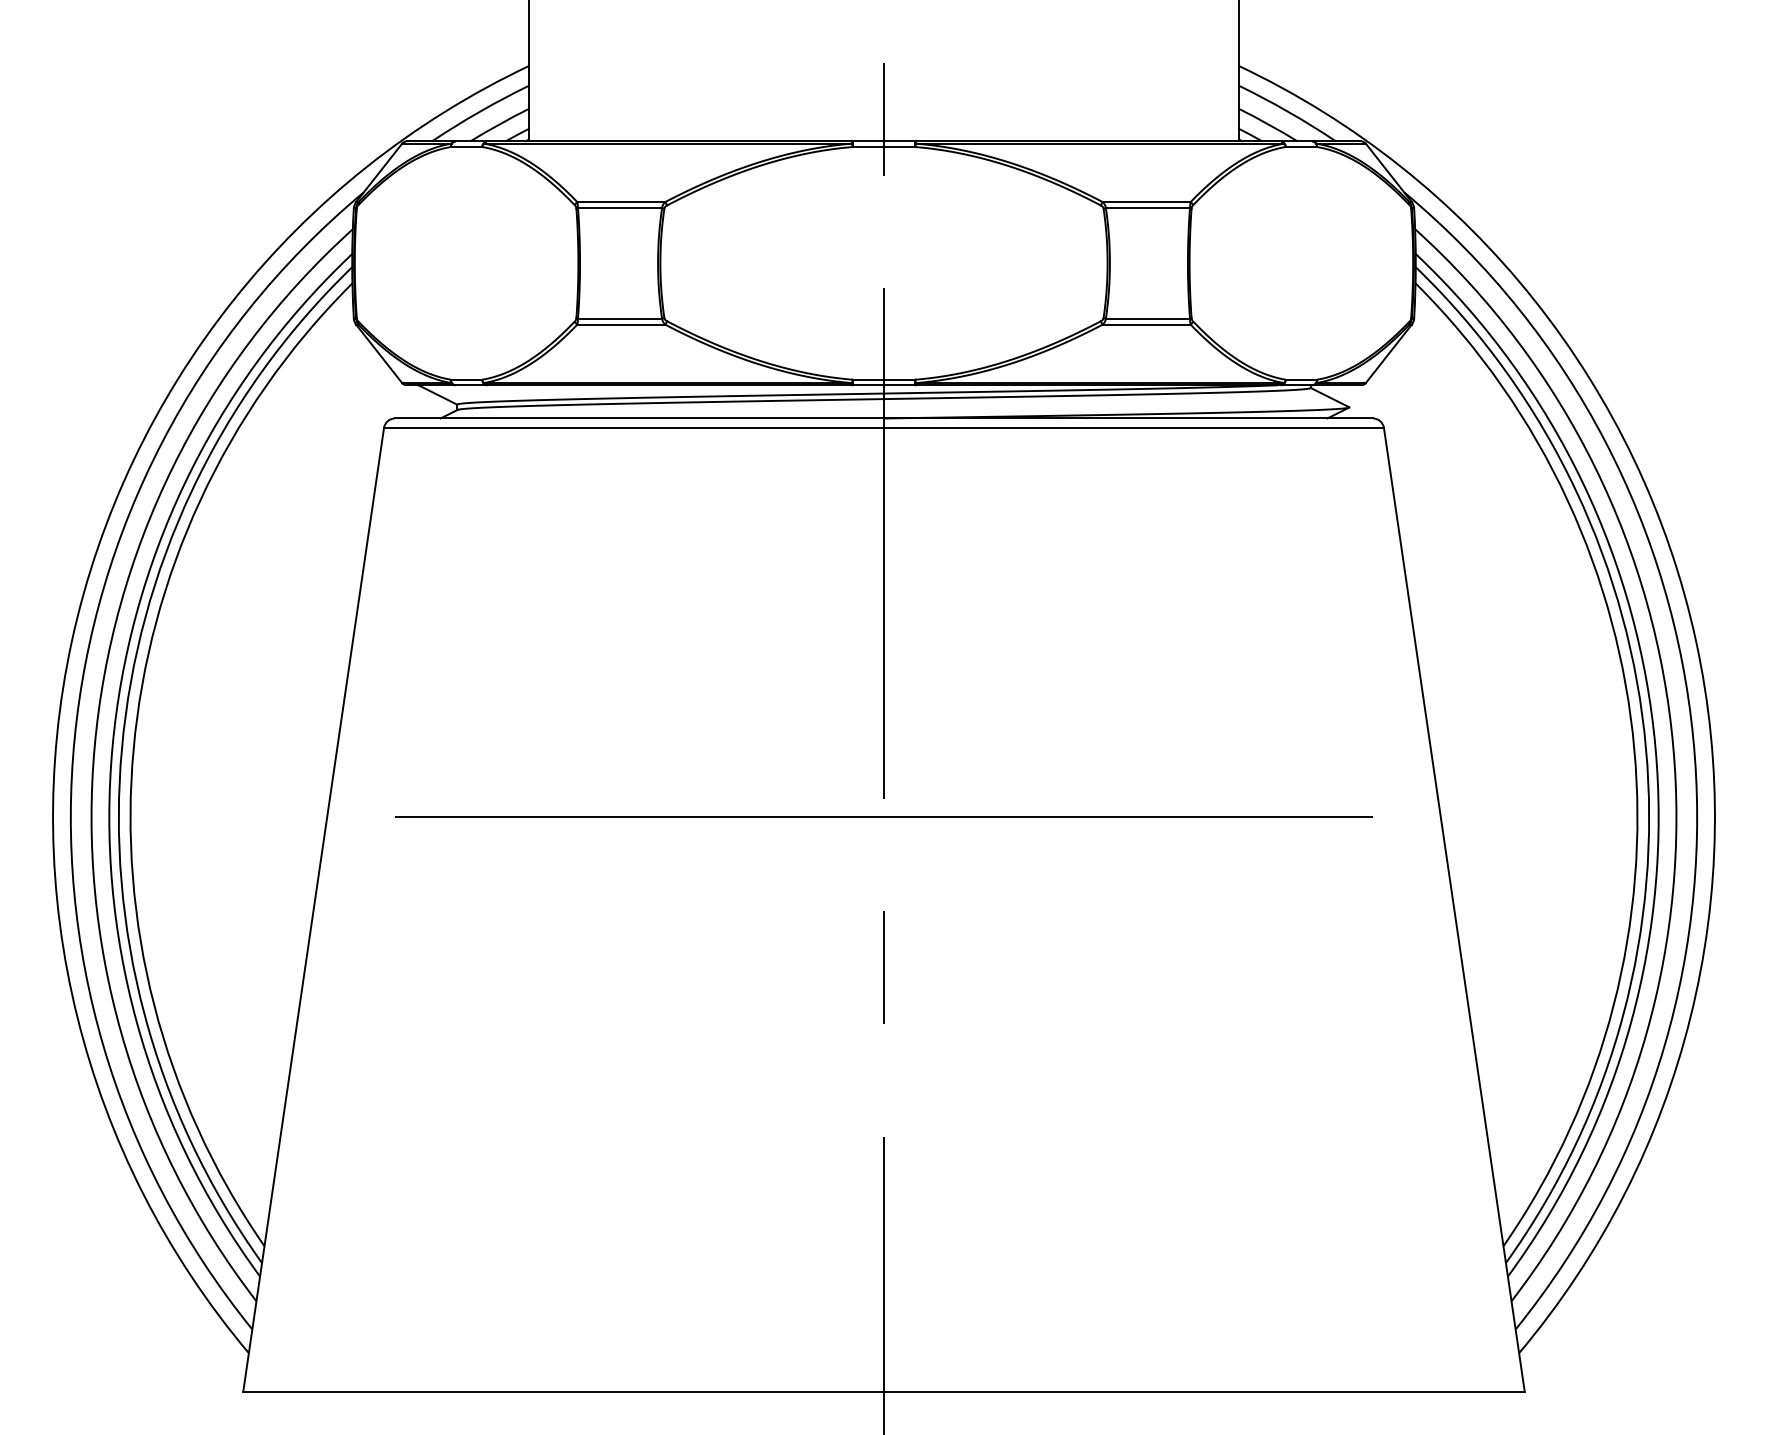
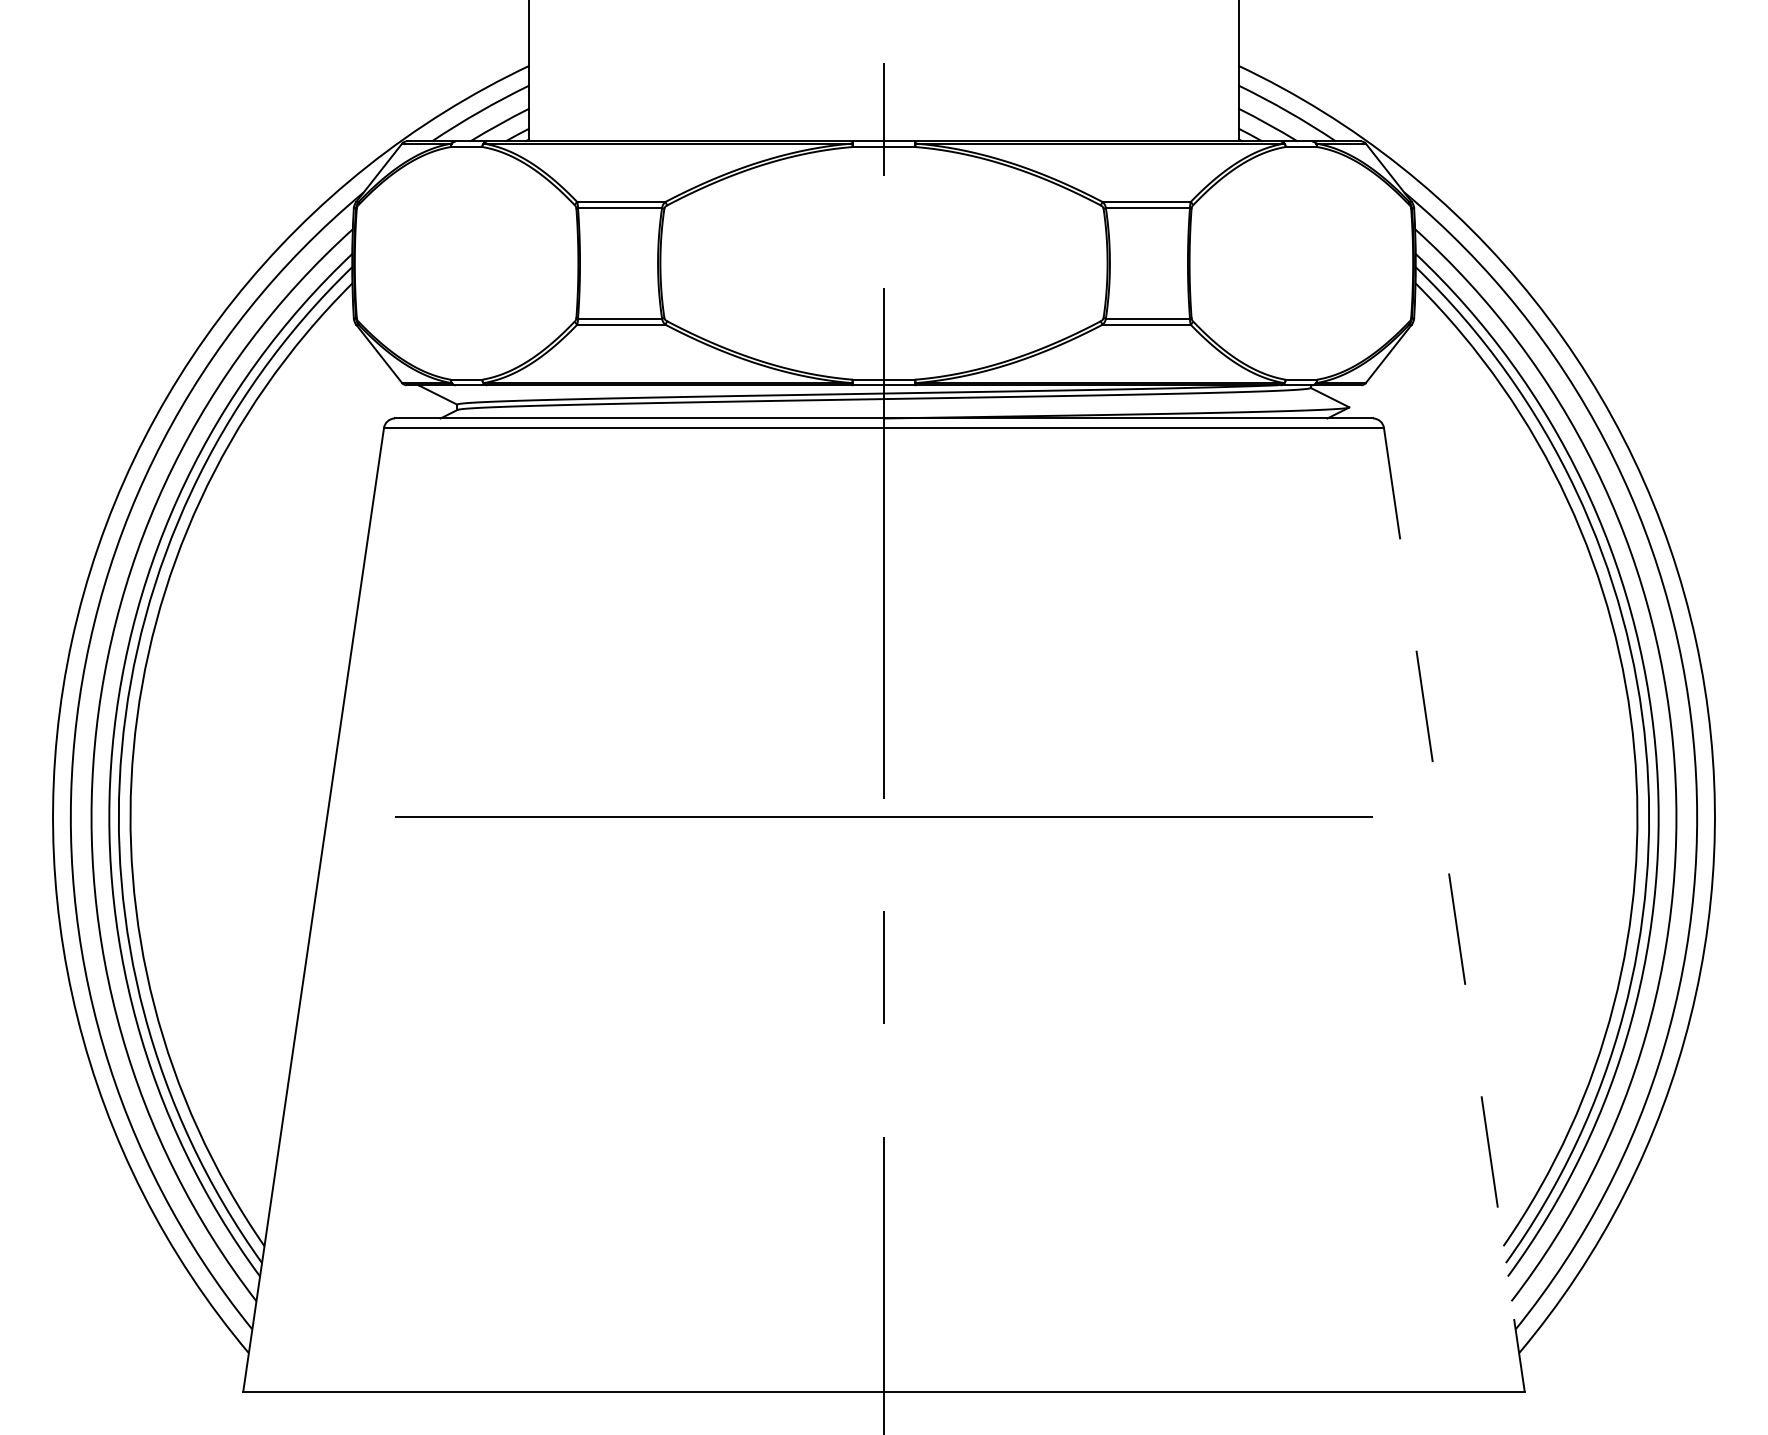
line at (1454, 910): solid -> dashed
